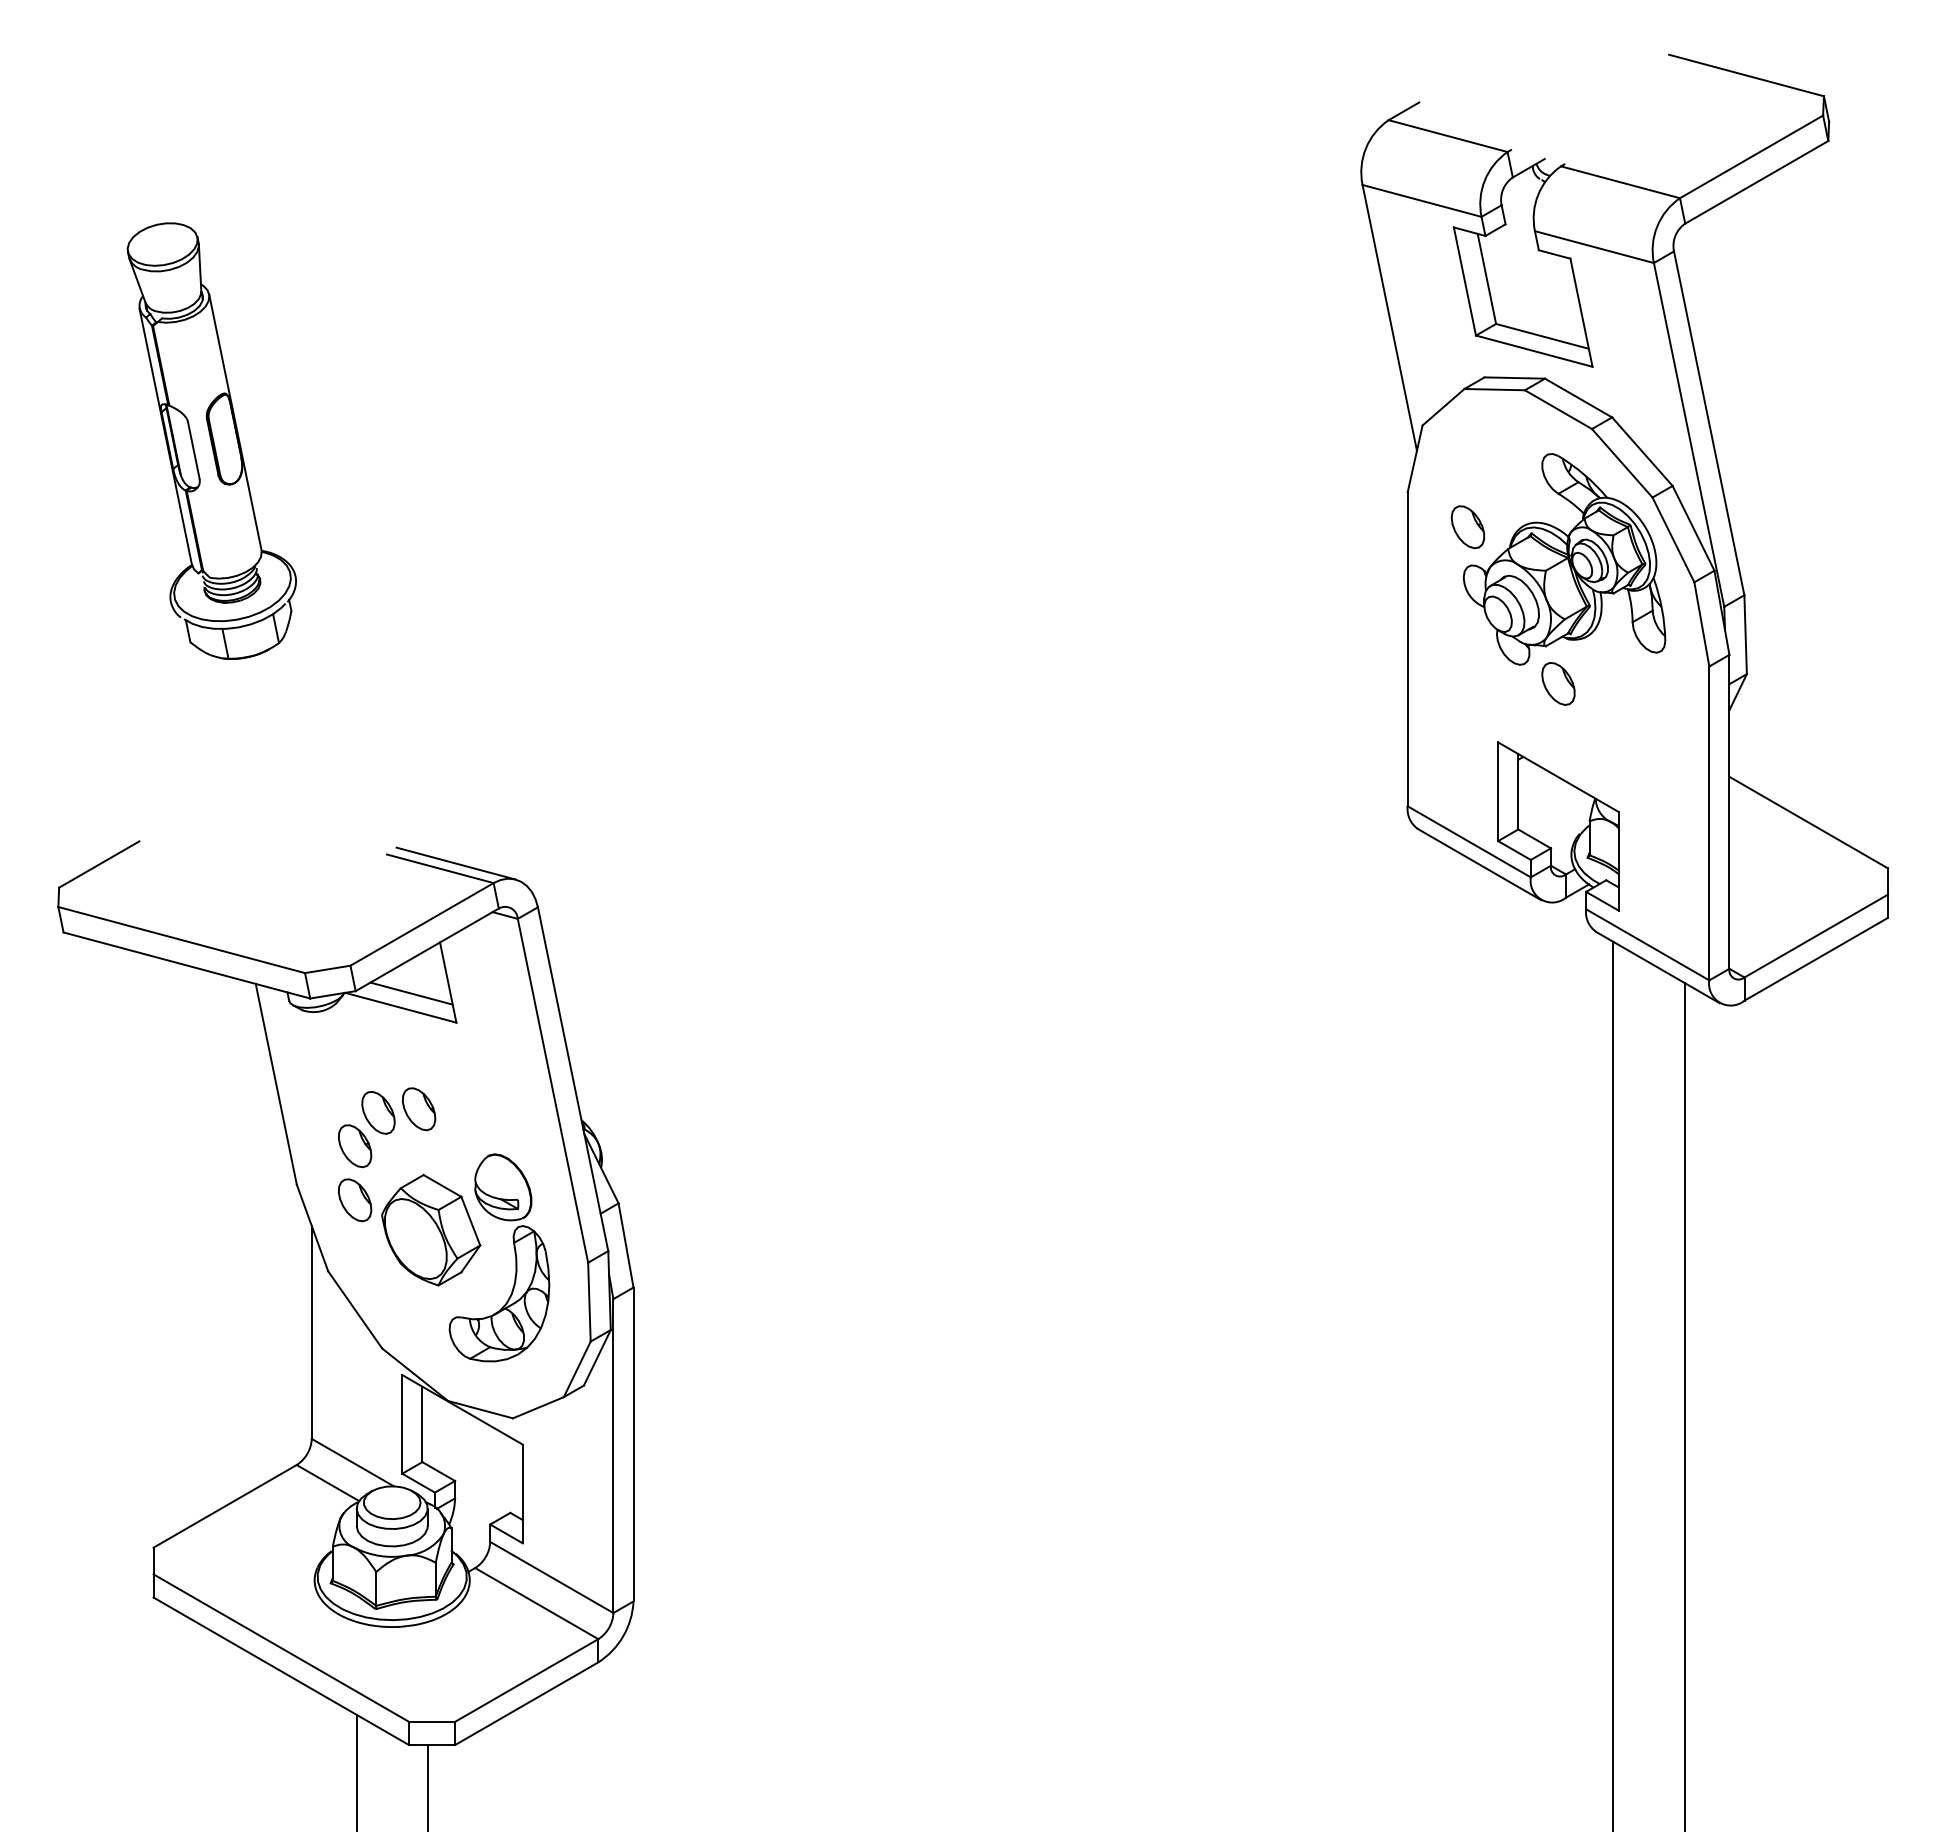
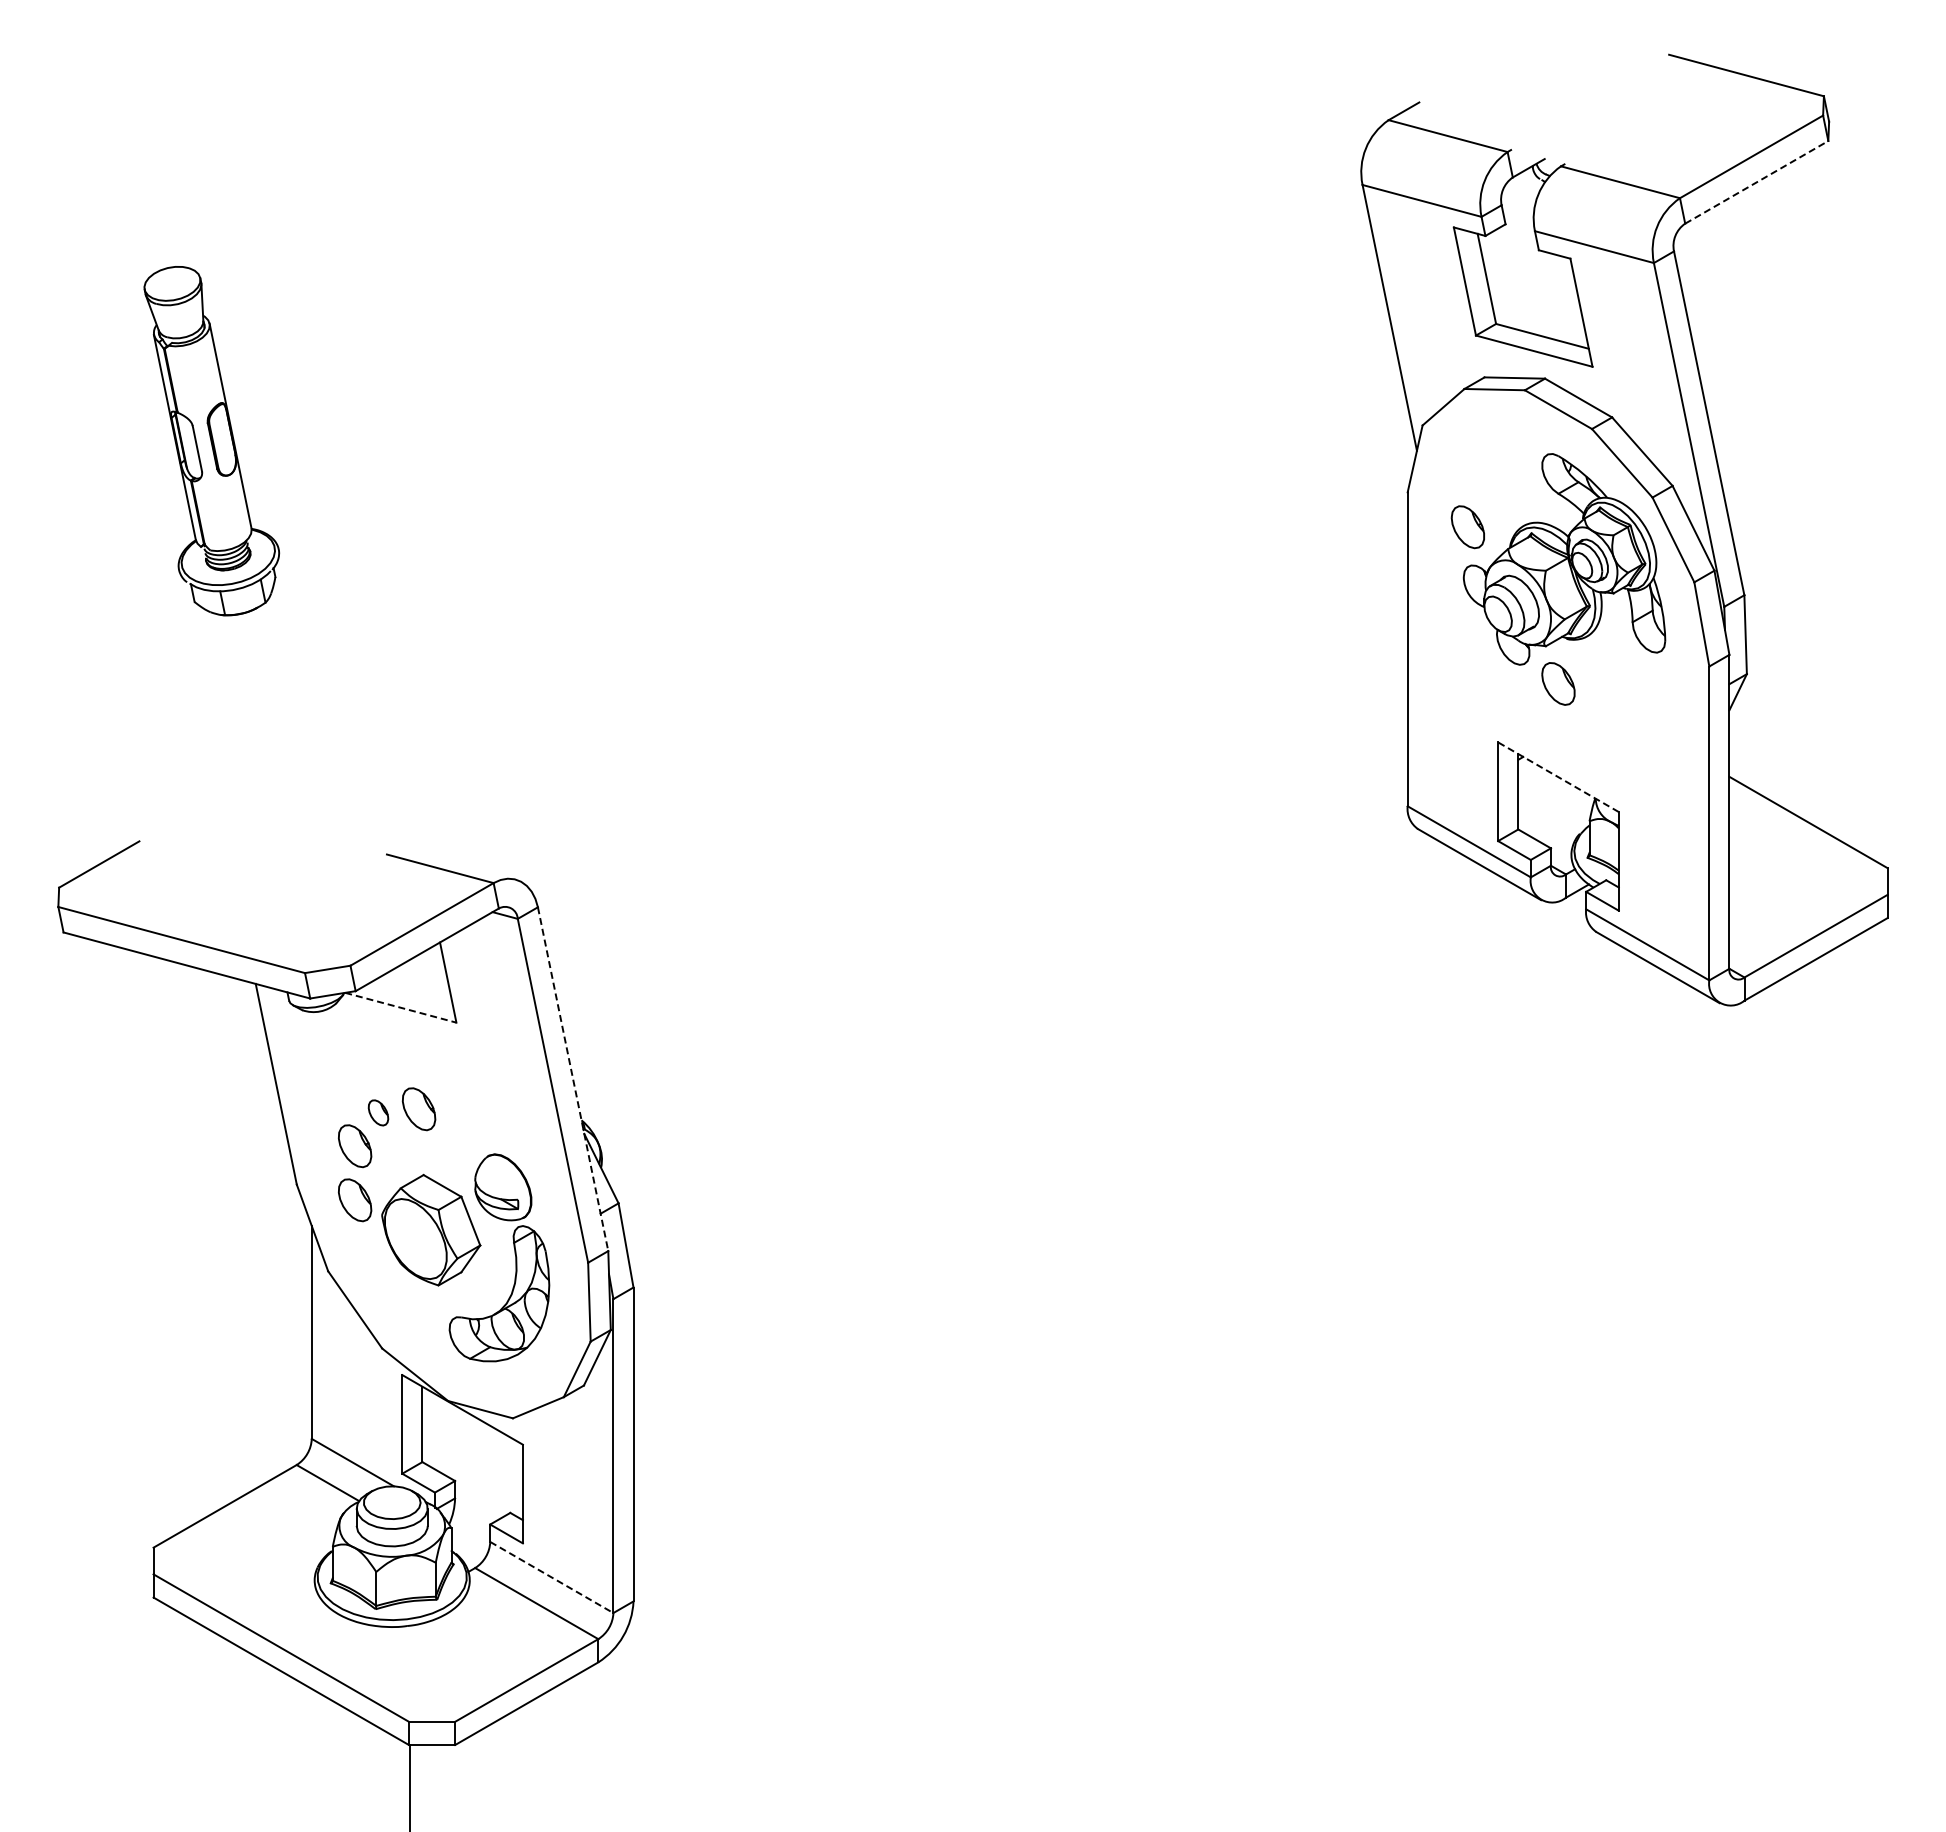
line at (1756, 182): solid -> dashed
part at (211, 440) size: 171x438 px -> 138x351 px
line at (1558, 777): solid -> dashed
line at (455, 863): present -> none
line at (411, 993): present -> none
line at (400, 1007): solid -> dashed
line at (573, 1079): solid -> dashed
part at (378, 1112) size: 35x44 px -> 23x28 px
line at (1613, 1384): present -> none
line at (1684, 1405): present -> none
line at (552, 1577): solid -> dashed
line at (356, 1771): present -> none
line at (427, 1786) position: (427, 1786) -> (409, 1786)
